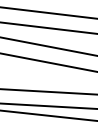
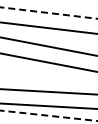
line at (49, 13): solid -> dashed
line at (48, 115): solid -> dashed
